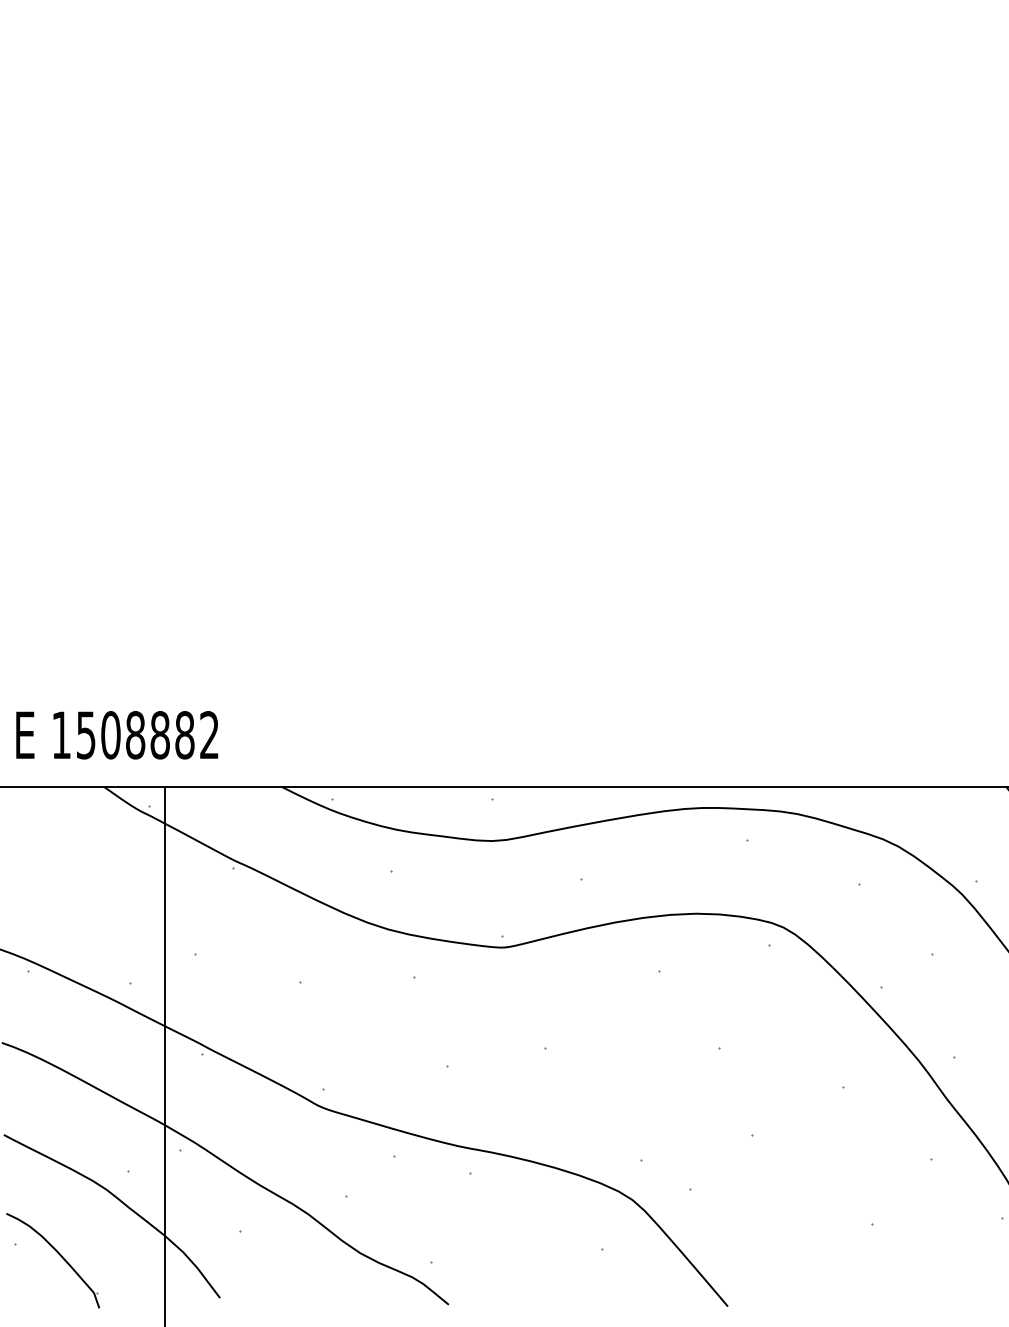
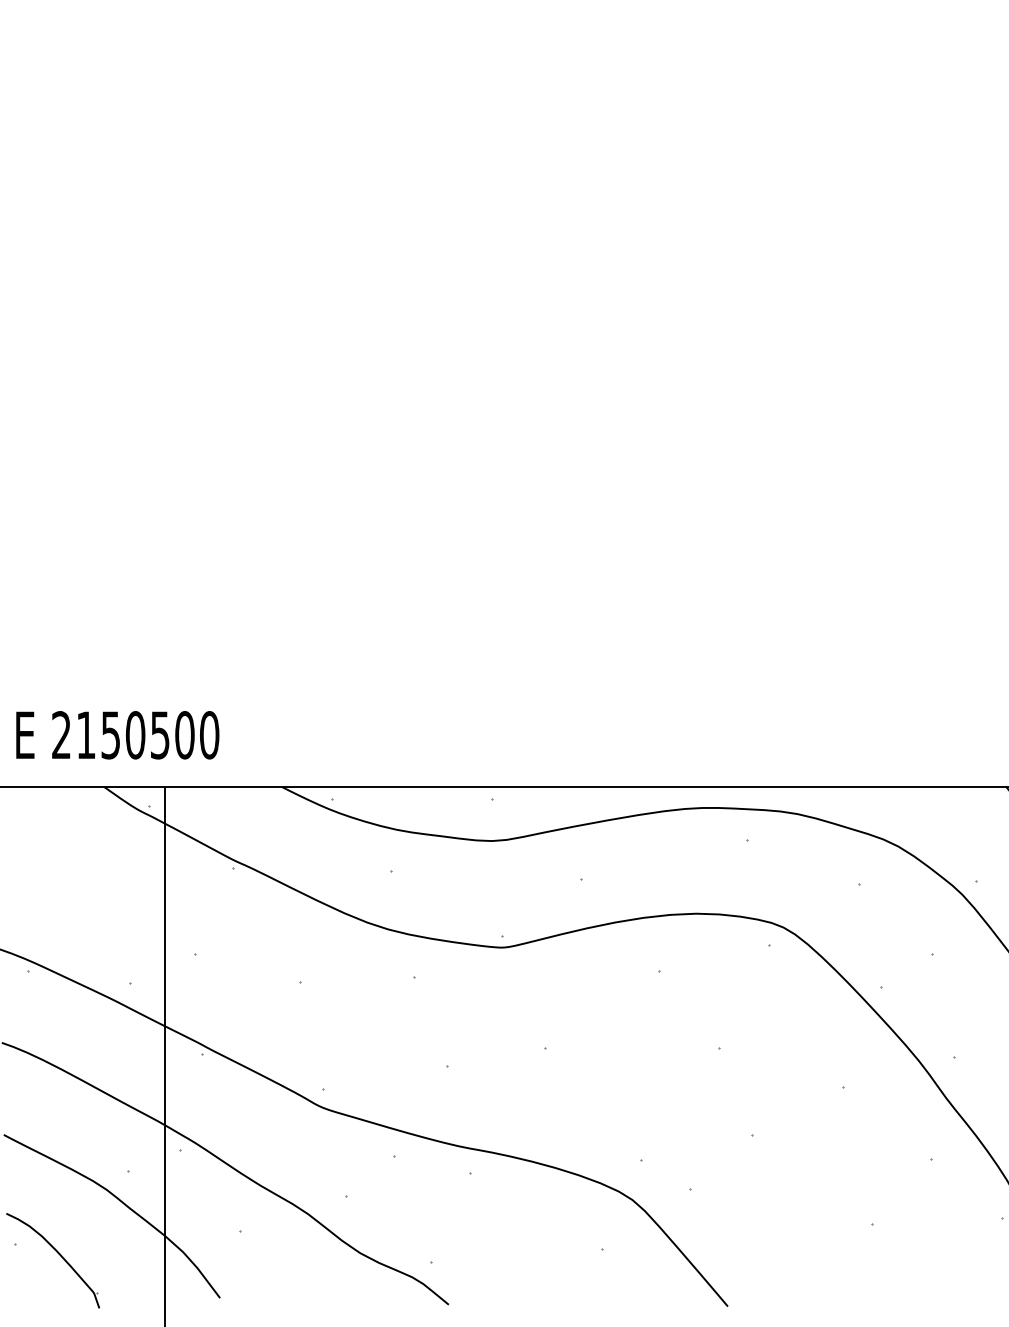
text at (135, 735): 1508882 -> 2150500
